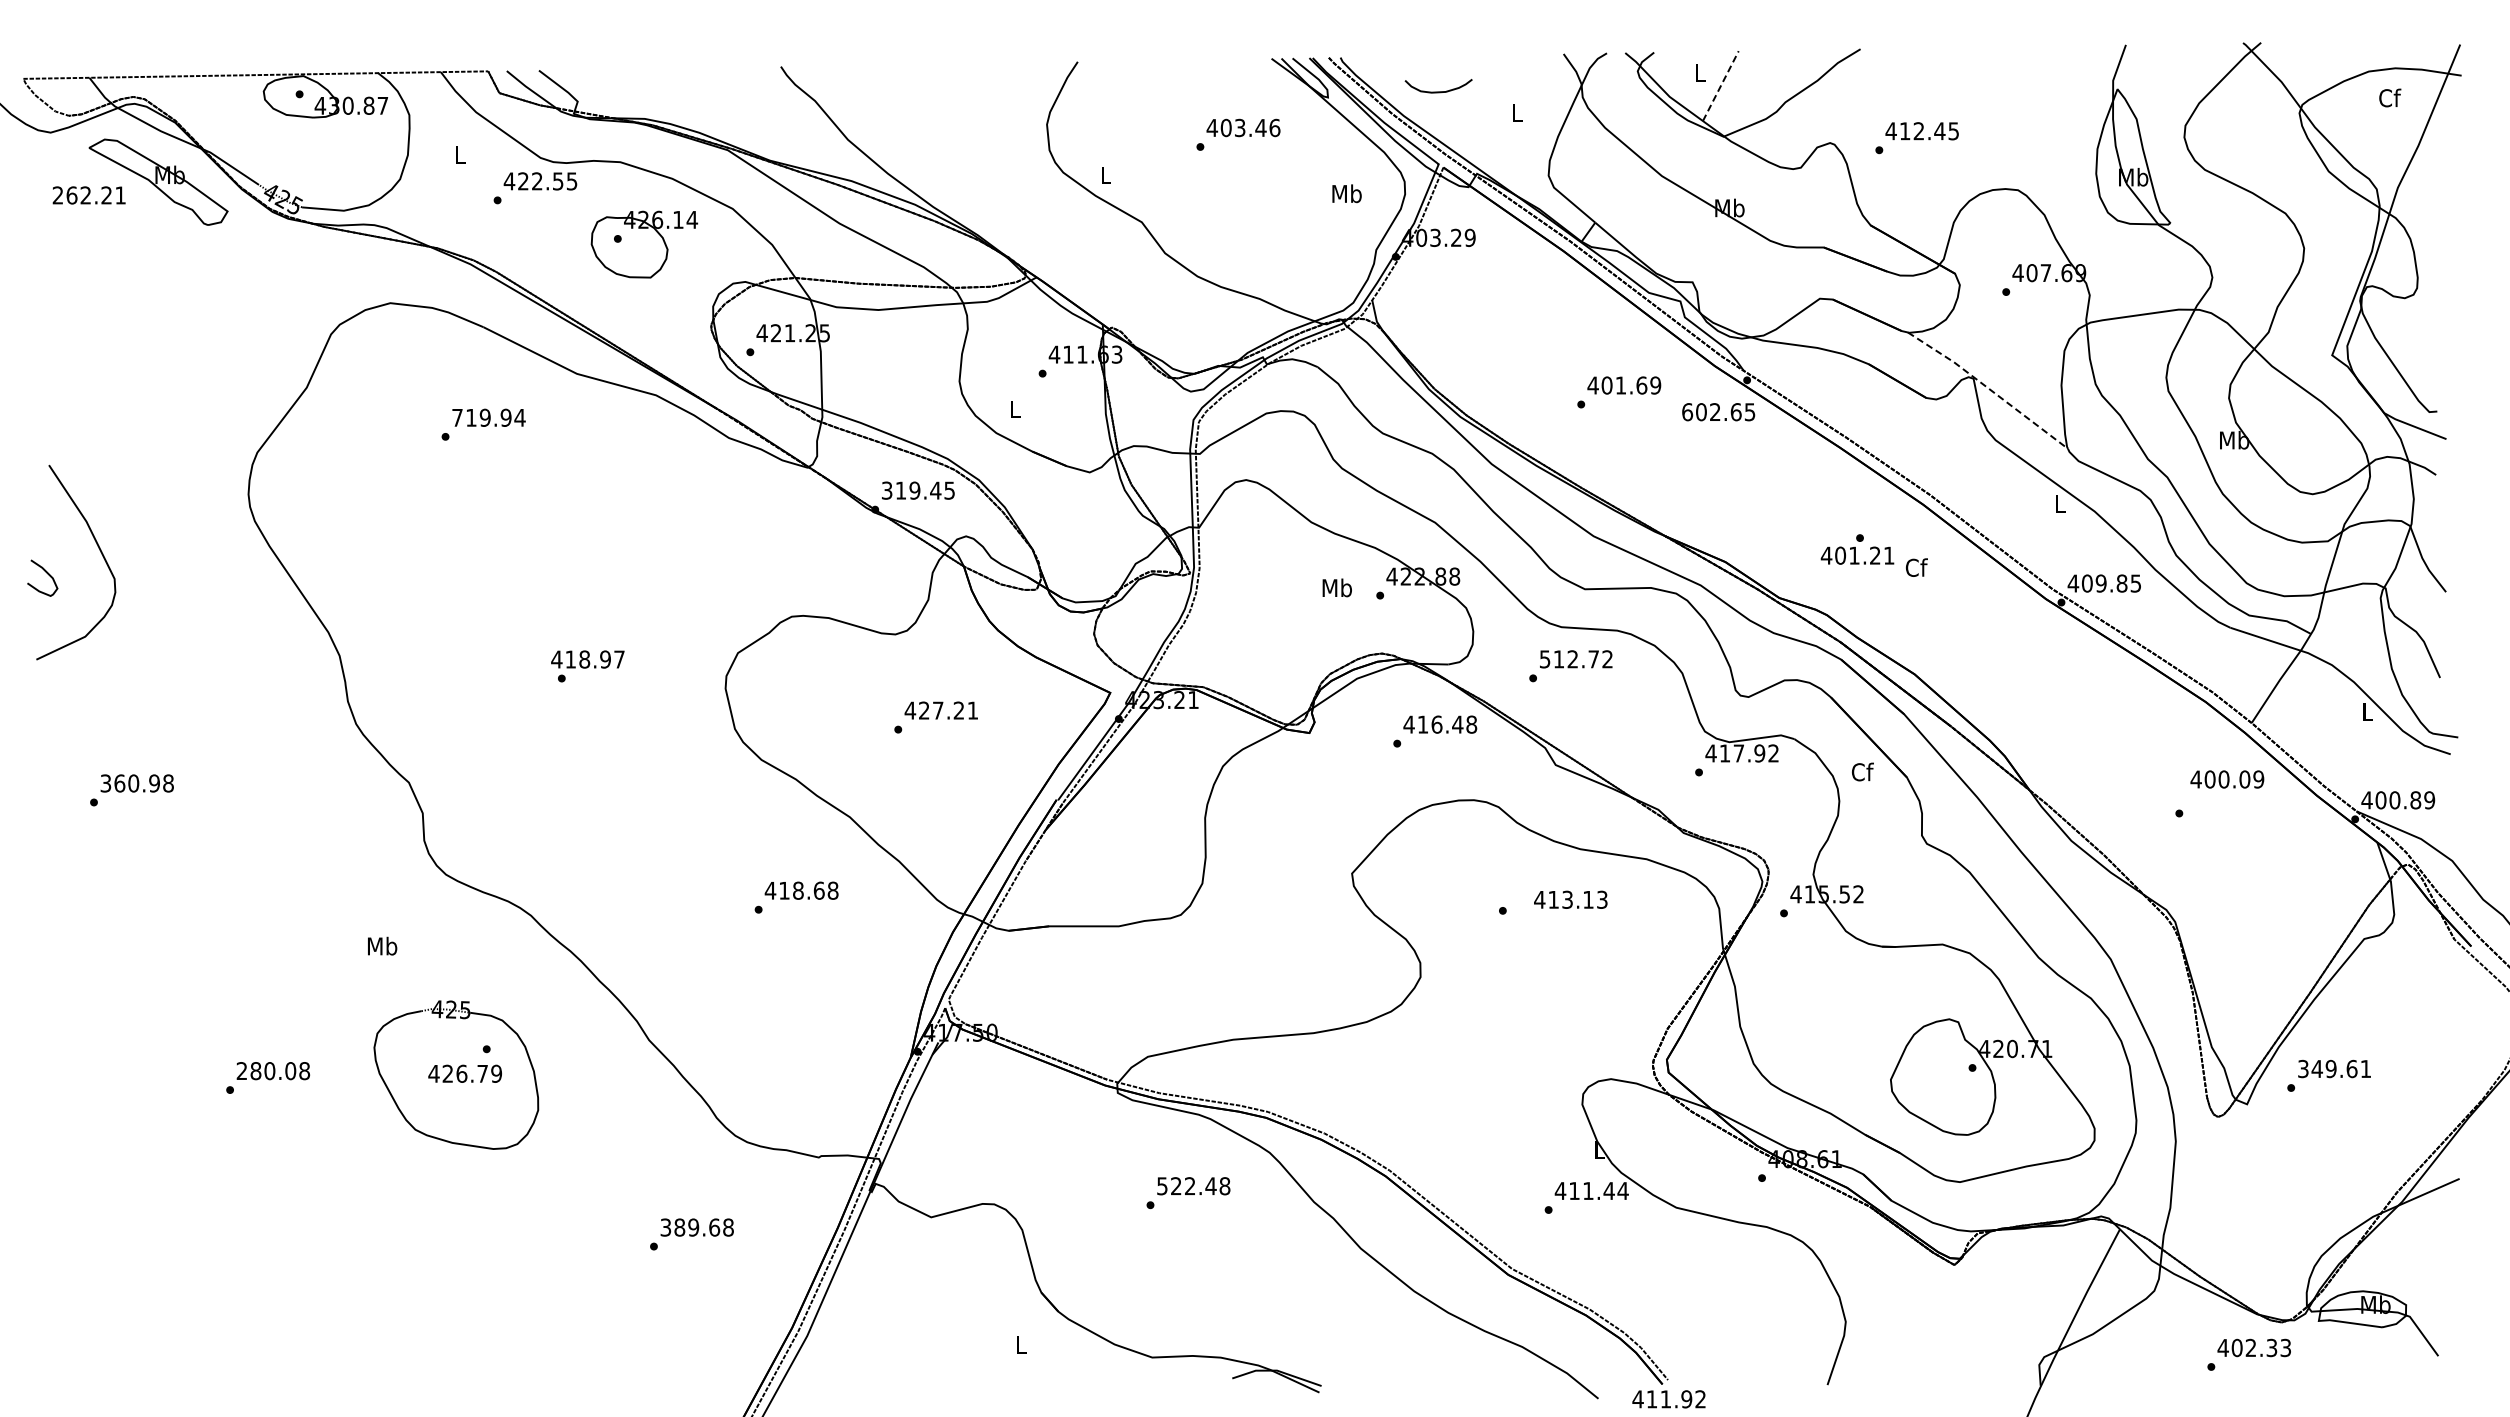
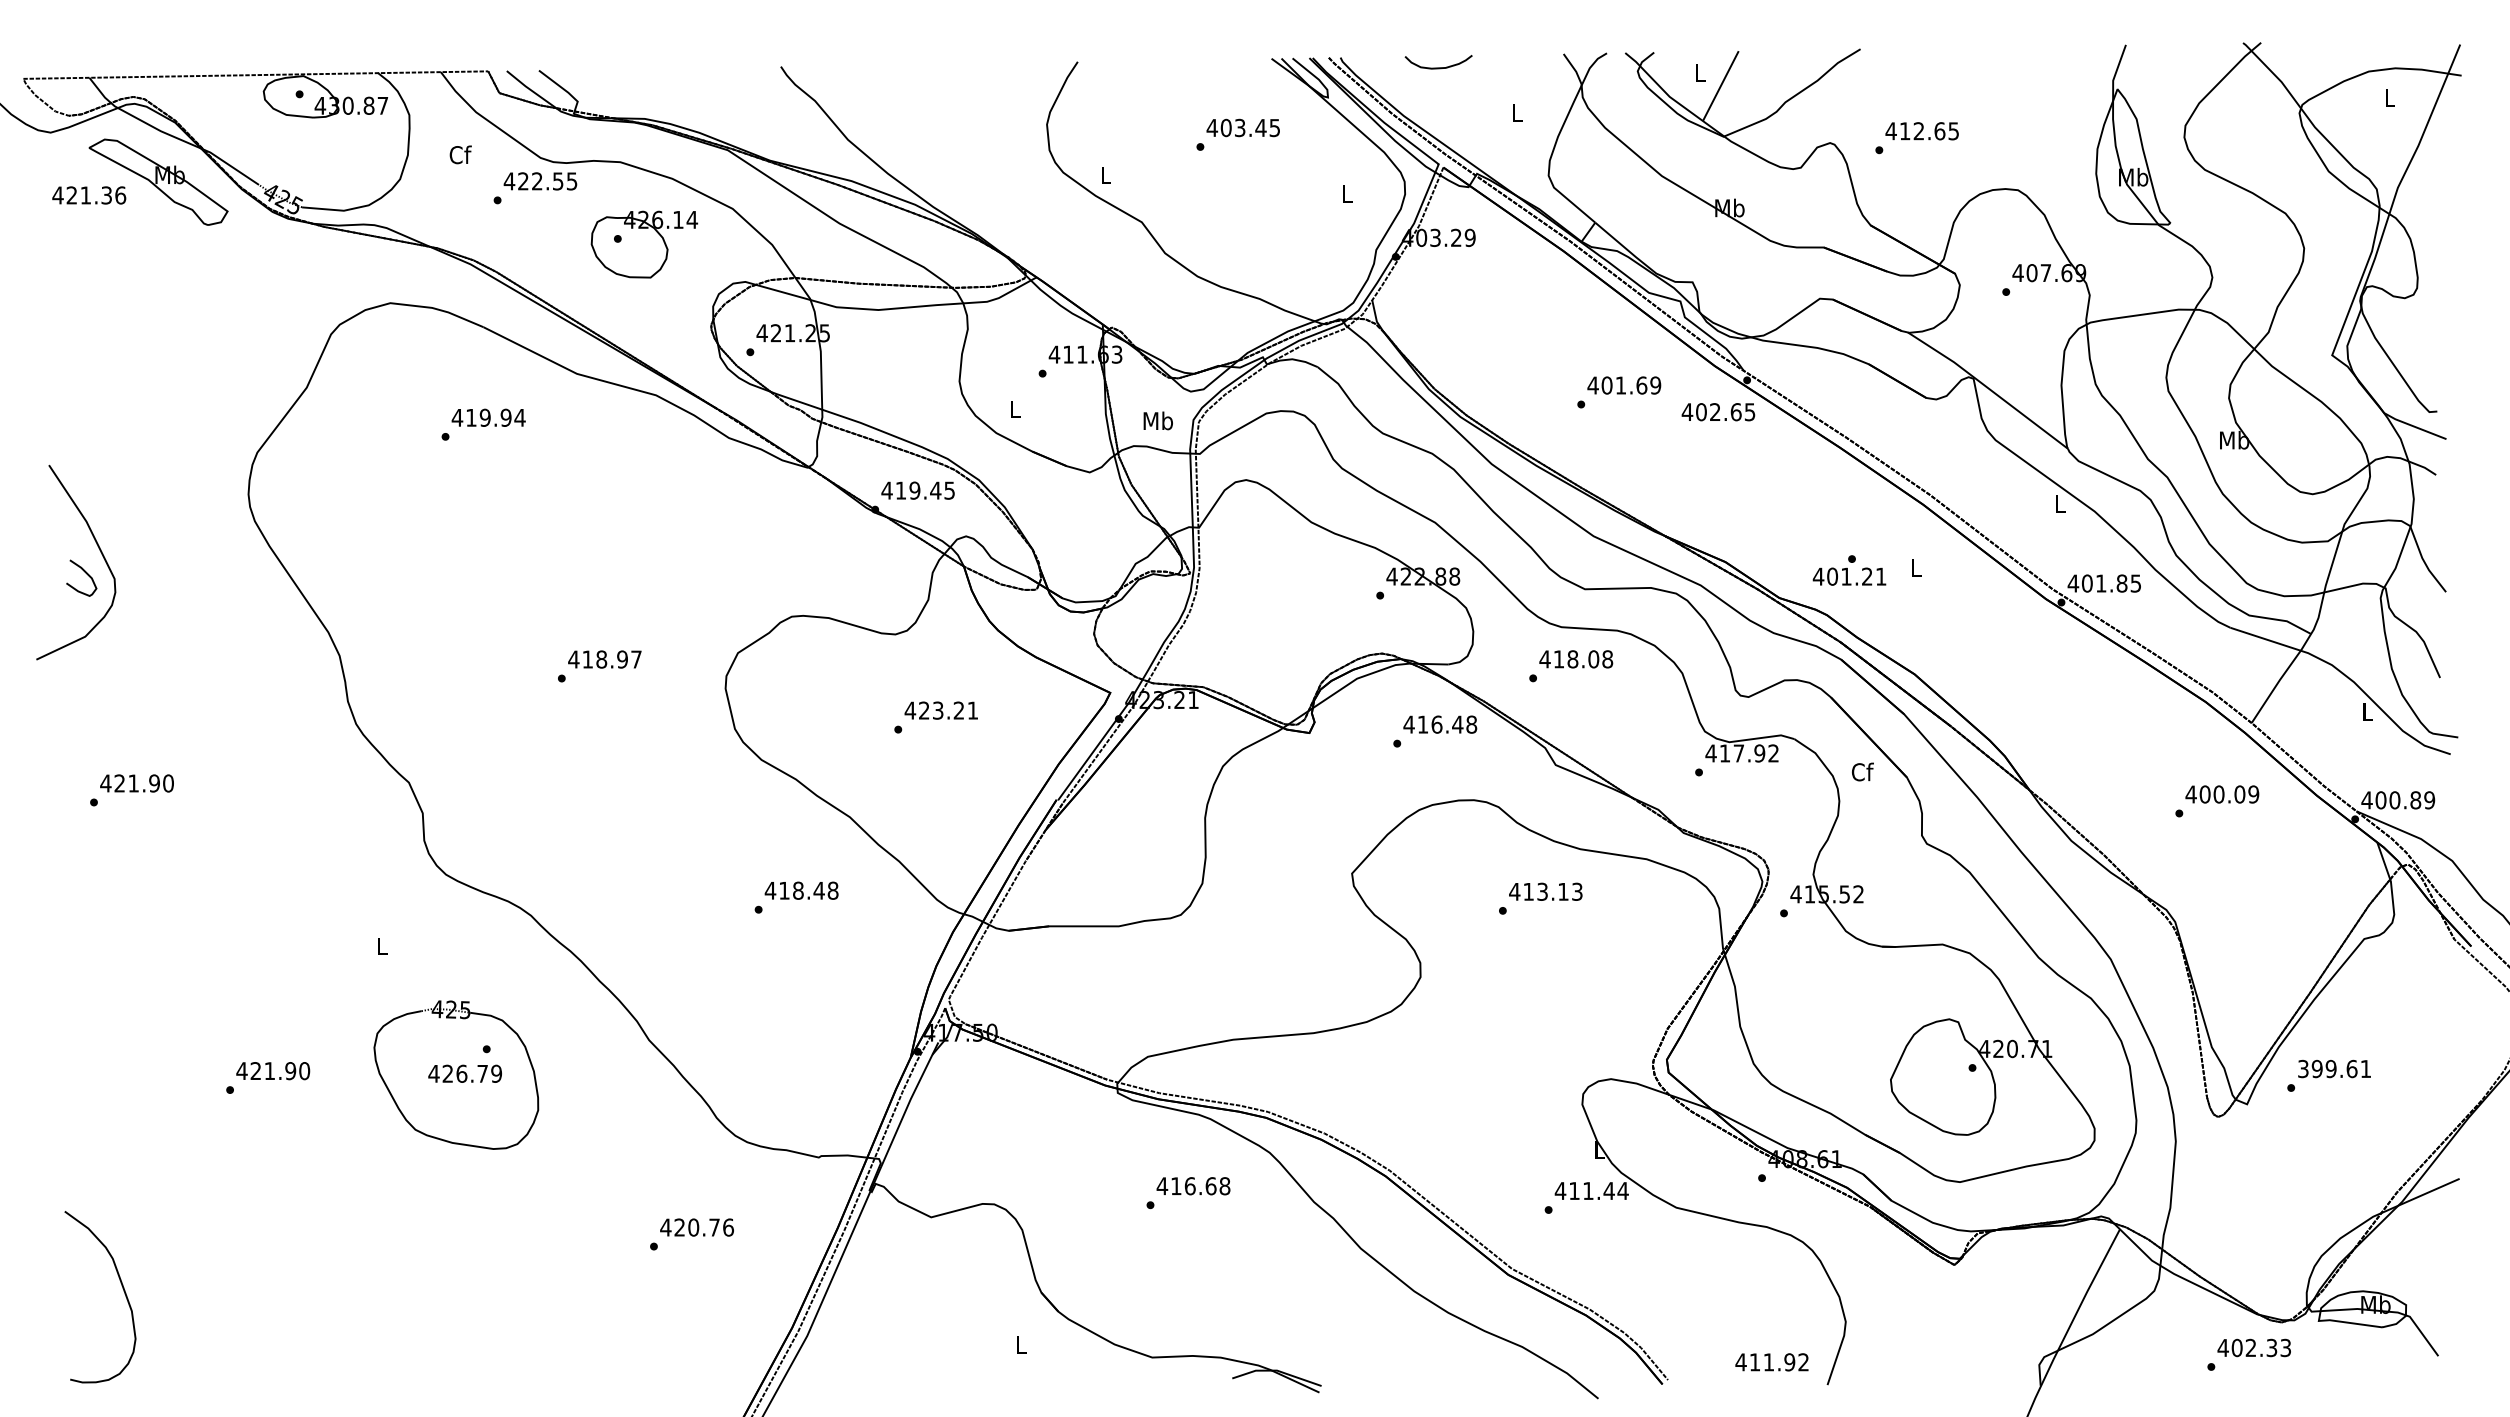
line at (1721, 85): dashed -> solid
curve at (1438, 91) position: (1438, 91) -> (1438, 67)
text at (2390, 97): Cf -> L
text at (1274, 127): 403.46 -> 403.45
text at (1939, 131): 412.45 -> 412.65
text at (460, 154): L -> Cf
text at (1346, 193): Mb -> L
text at (89, 195): 262.21 -> 421.36
line at (1988, 388): dashed -> solid
text at (1687, 412): 602.65 -> 402.65
text at (457, 417): 719.94 -> 419.94
text at (886, 490): 319.45 -> 419.45
text at (1857, 549) position: (1857, 549) -> (1849, 570)
text at (1916, 567): Cf -> L
curve at (46, 573) position: (46, 573) -> (85, 573)
text at (2100, 583): 409.85 -> 401.85
text at (1336, 587) position: (1336, 587) -> (1157, 420)
text at (587, 659) position: (587, 659) -> (604, 659)
text at (1576, 659): 512.72 -> 418.08
text at (938, 710): 427.21 -> 423.21
text at (2227, 779) position: (2227, 779) -> (2222, 794)
text at (136, 783): 360.98 -> 421.90
text at (818, 890): 418.68 -> 418.48
text at (1570, 899) position: (1570, 899) -> (1545, 891)
text at (382, 945): Mb -> L
text at (2316, 1068): 349.61 -> 399.61
text at (273, 1071): 280.08 -> 421.90
text at (1186, 1186): 522.48 -> 416.68
text at (697, 1227): 389.68 -> 420.76
curve at (121, 1286): none -> present
text at (1668, 1399) position: (1668, 1399) -> (1771, 1362)
